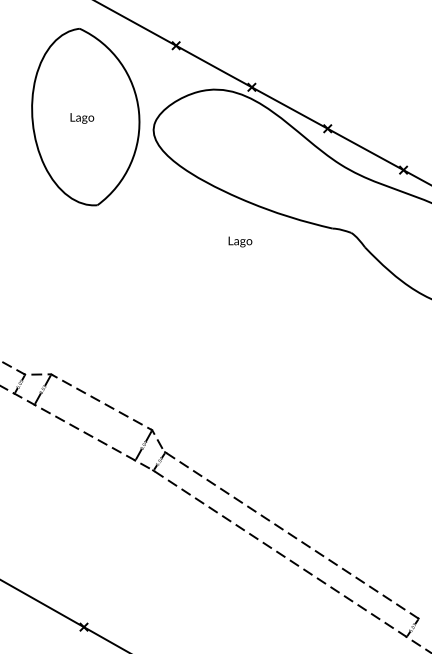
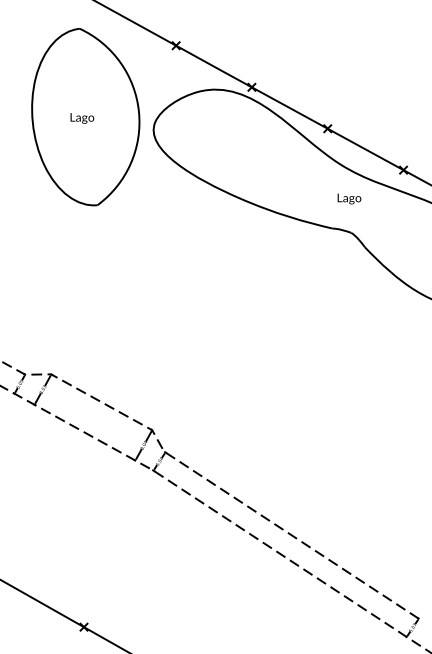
text at (240, 241) position: (240, 241) -> (349, 198)
